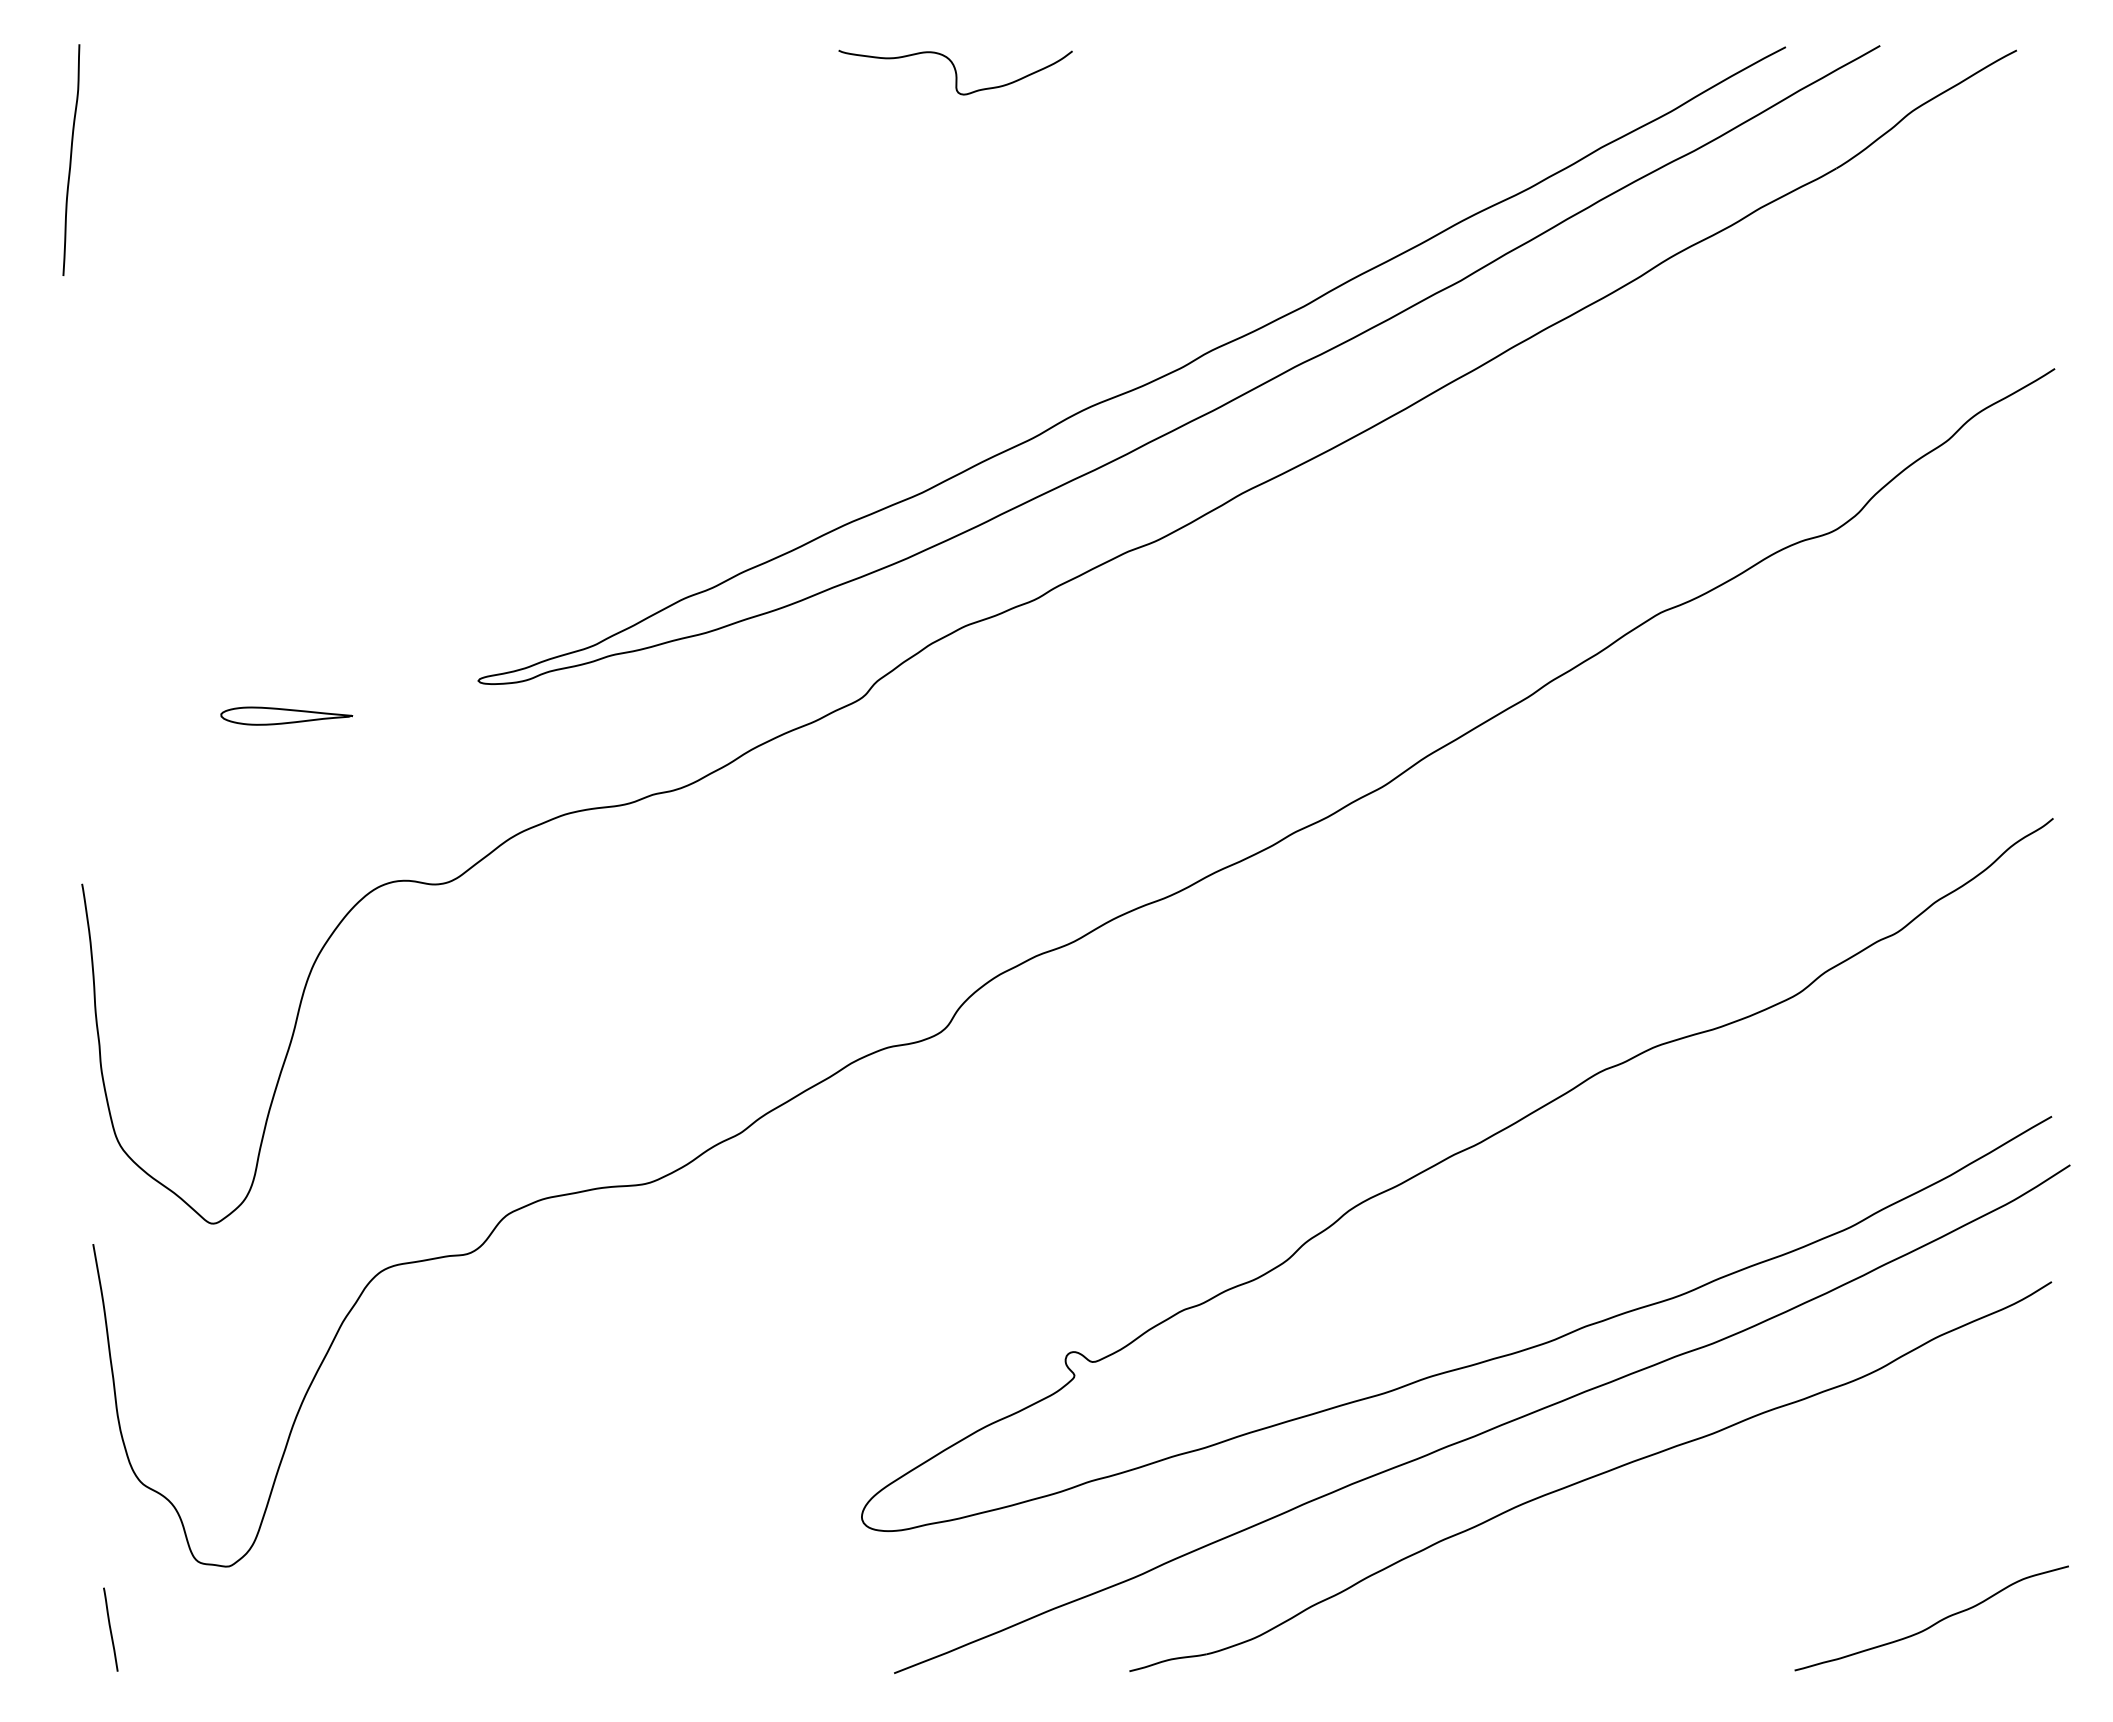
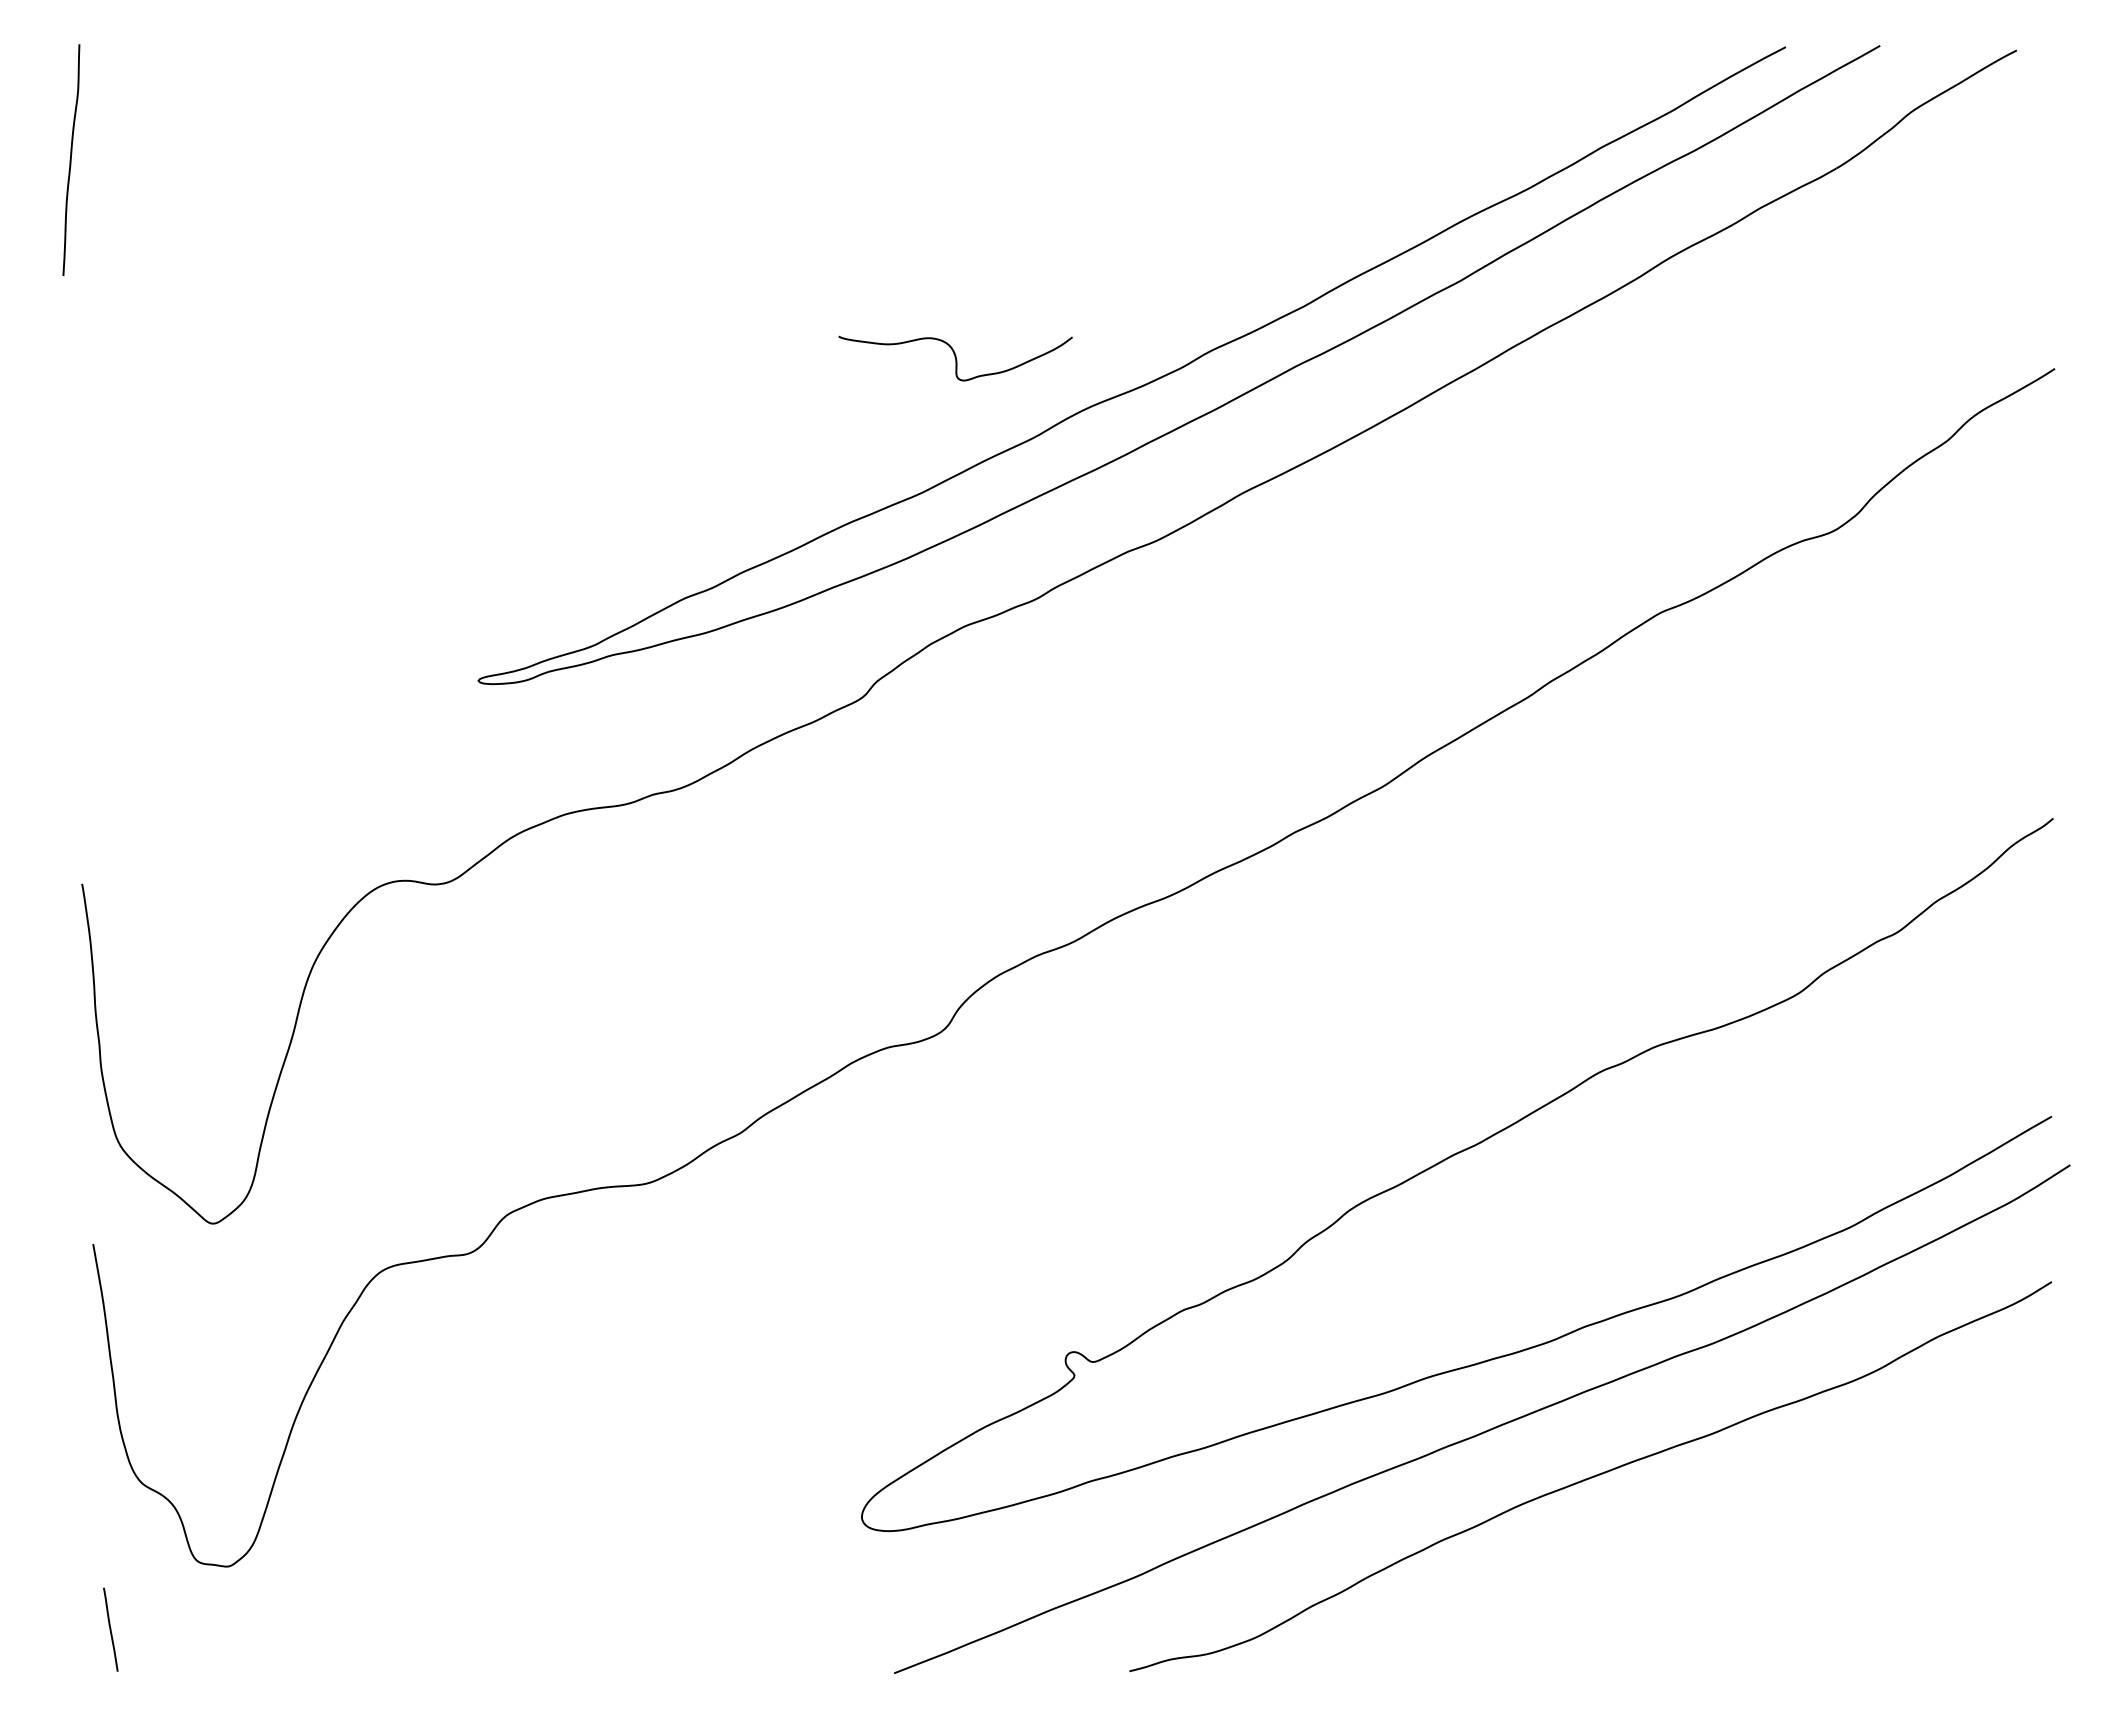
curve at (955, 72) position: (955, 72) -> (955, 358)
part at (286, 715): present -> none
curve at (1935, 1622): present -> none
